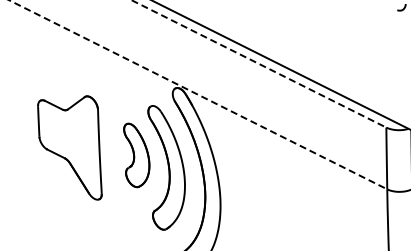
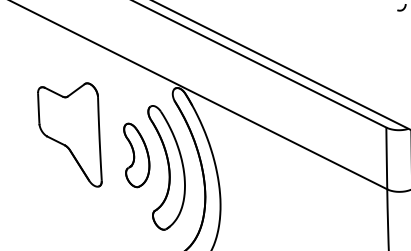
line at (259, 64): dashed -> solid
line at (198, 94): dashed -> solid
part at (69, 147) position: (69, 147) -> (69, 134)
